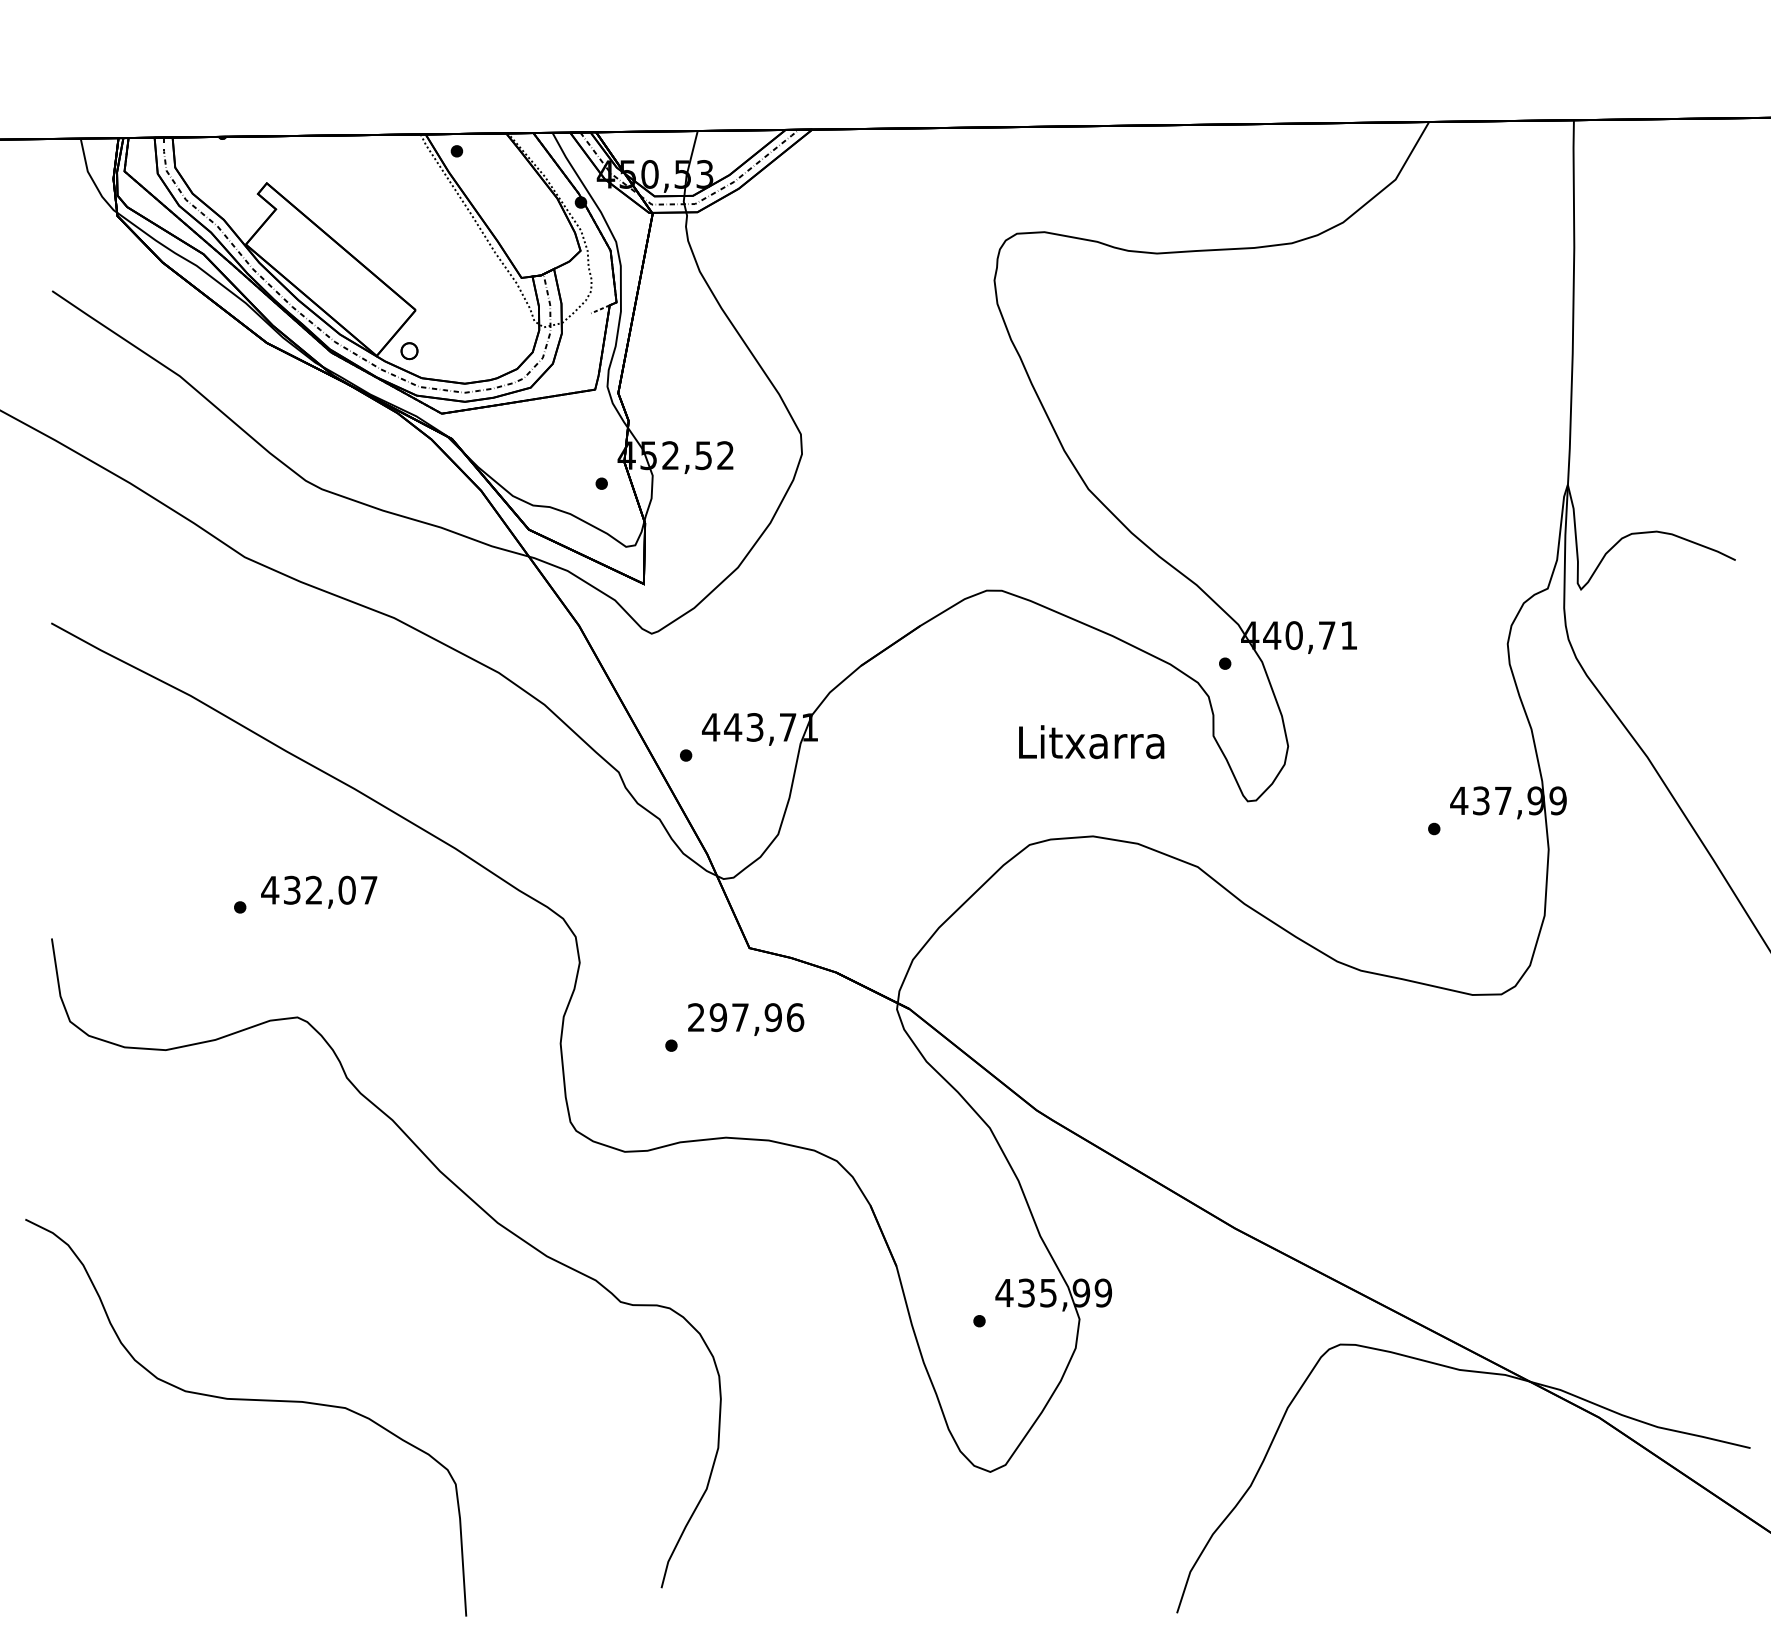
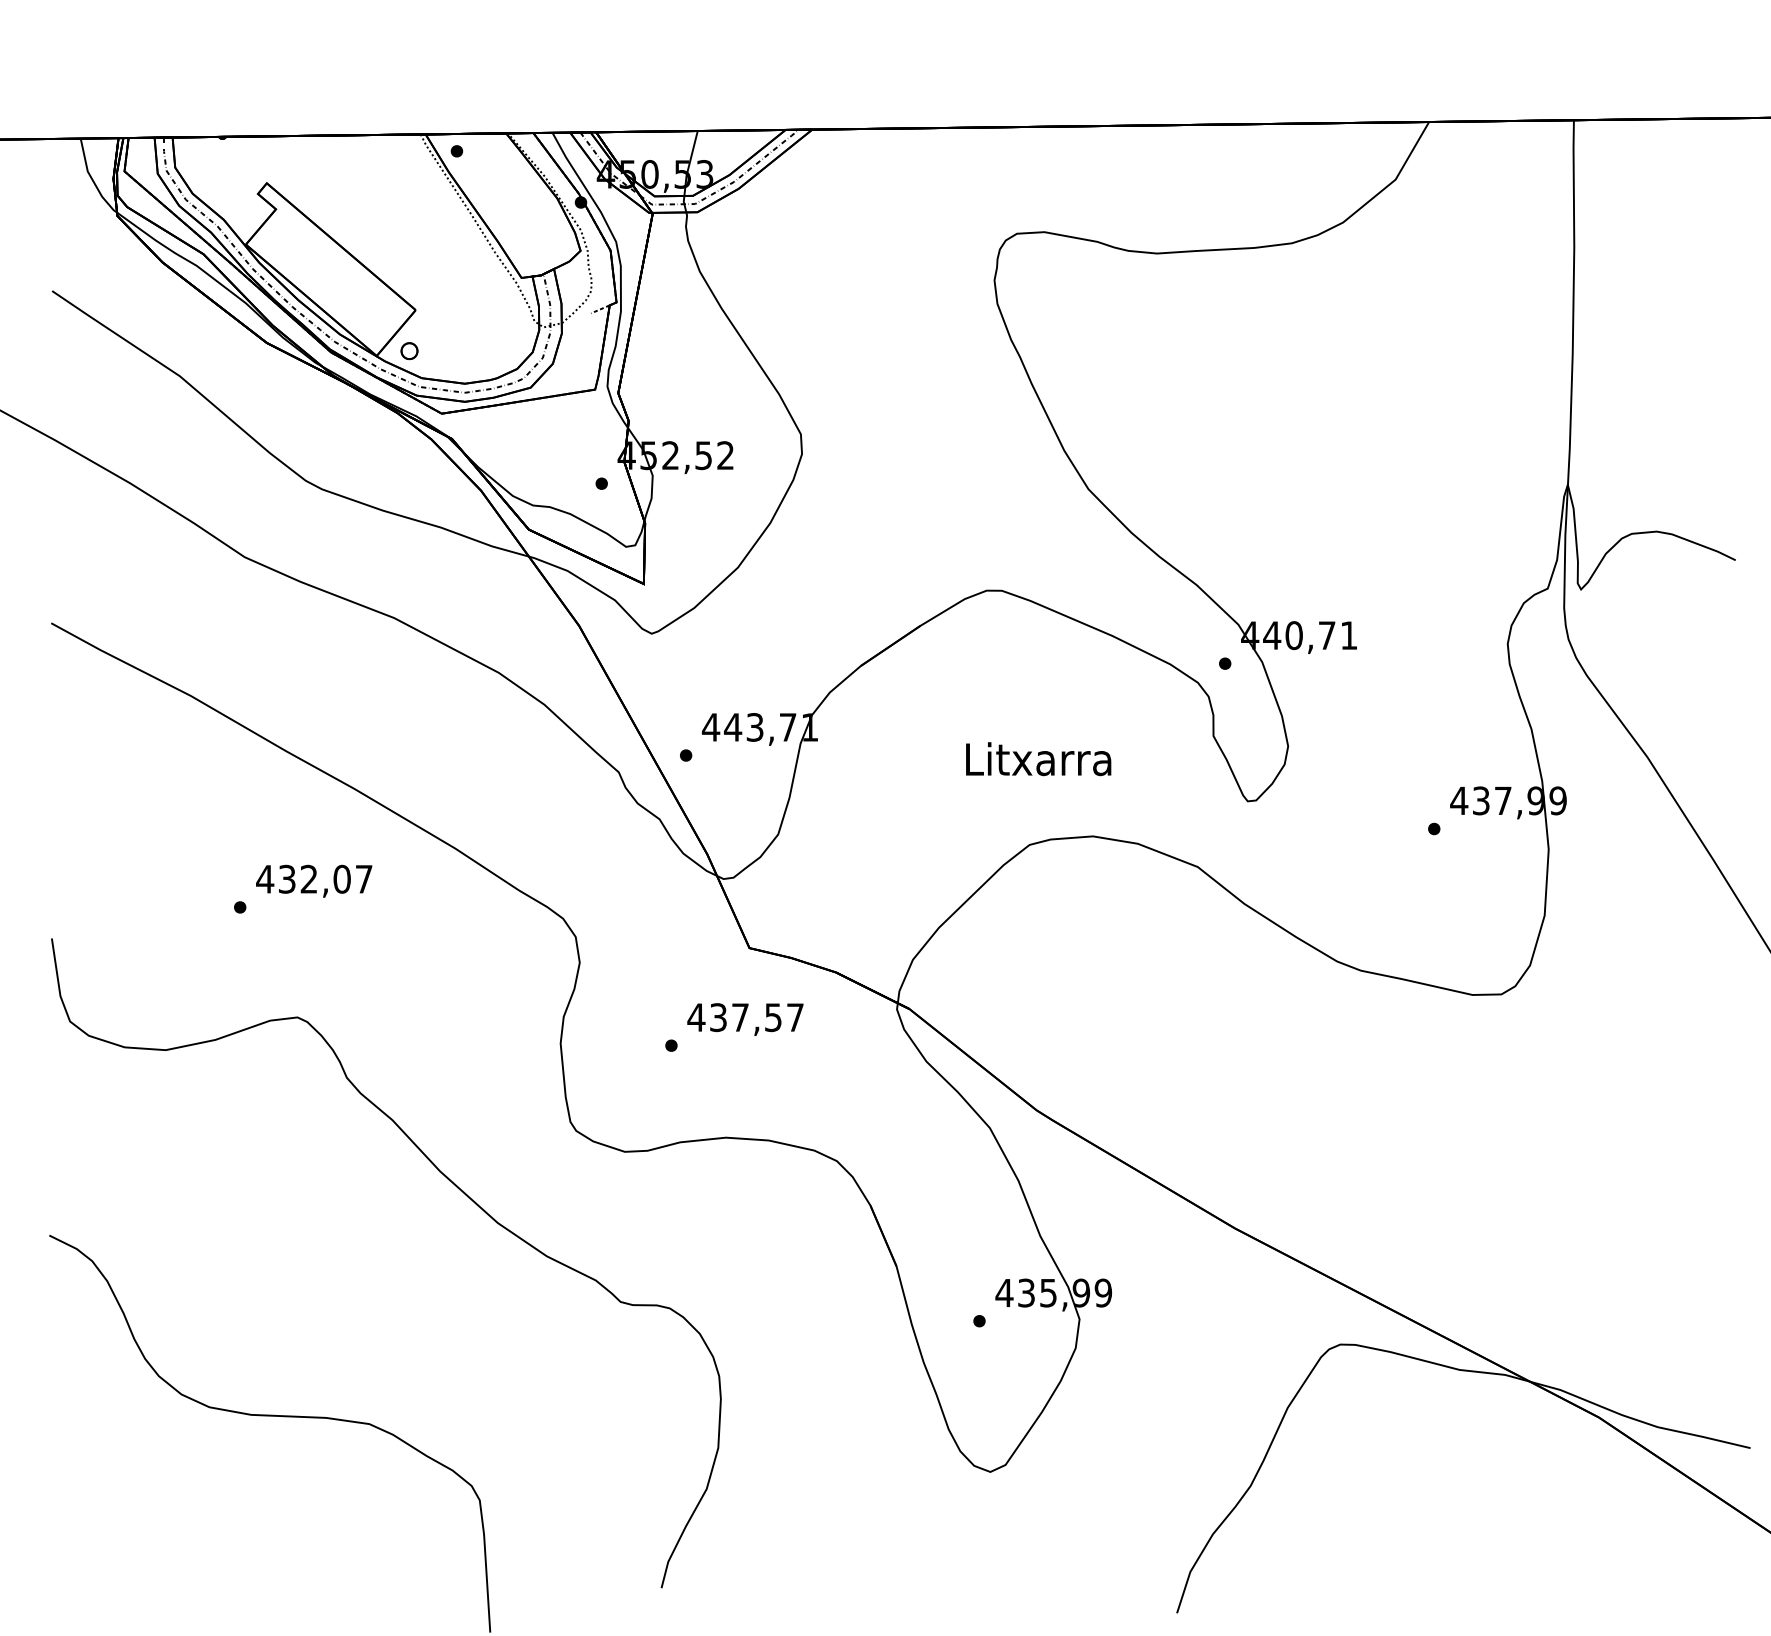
text at (1091, 742) position: (1091, 742) -> (1038, 759)
text at (319, 891) position: (319, 891) -> (314, 880)
text at (745, 1017): 297,96 -> 437,57
curve at (246, 1400) position: (246, 1400) -> (270, 1416)
